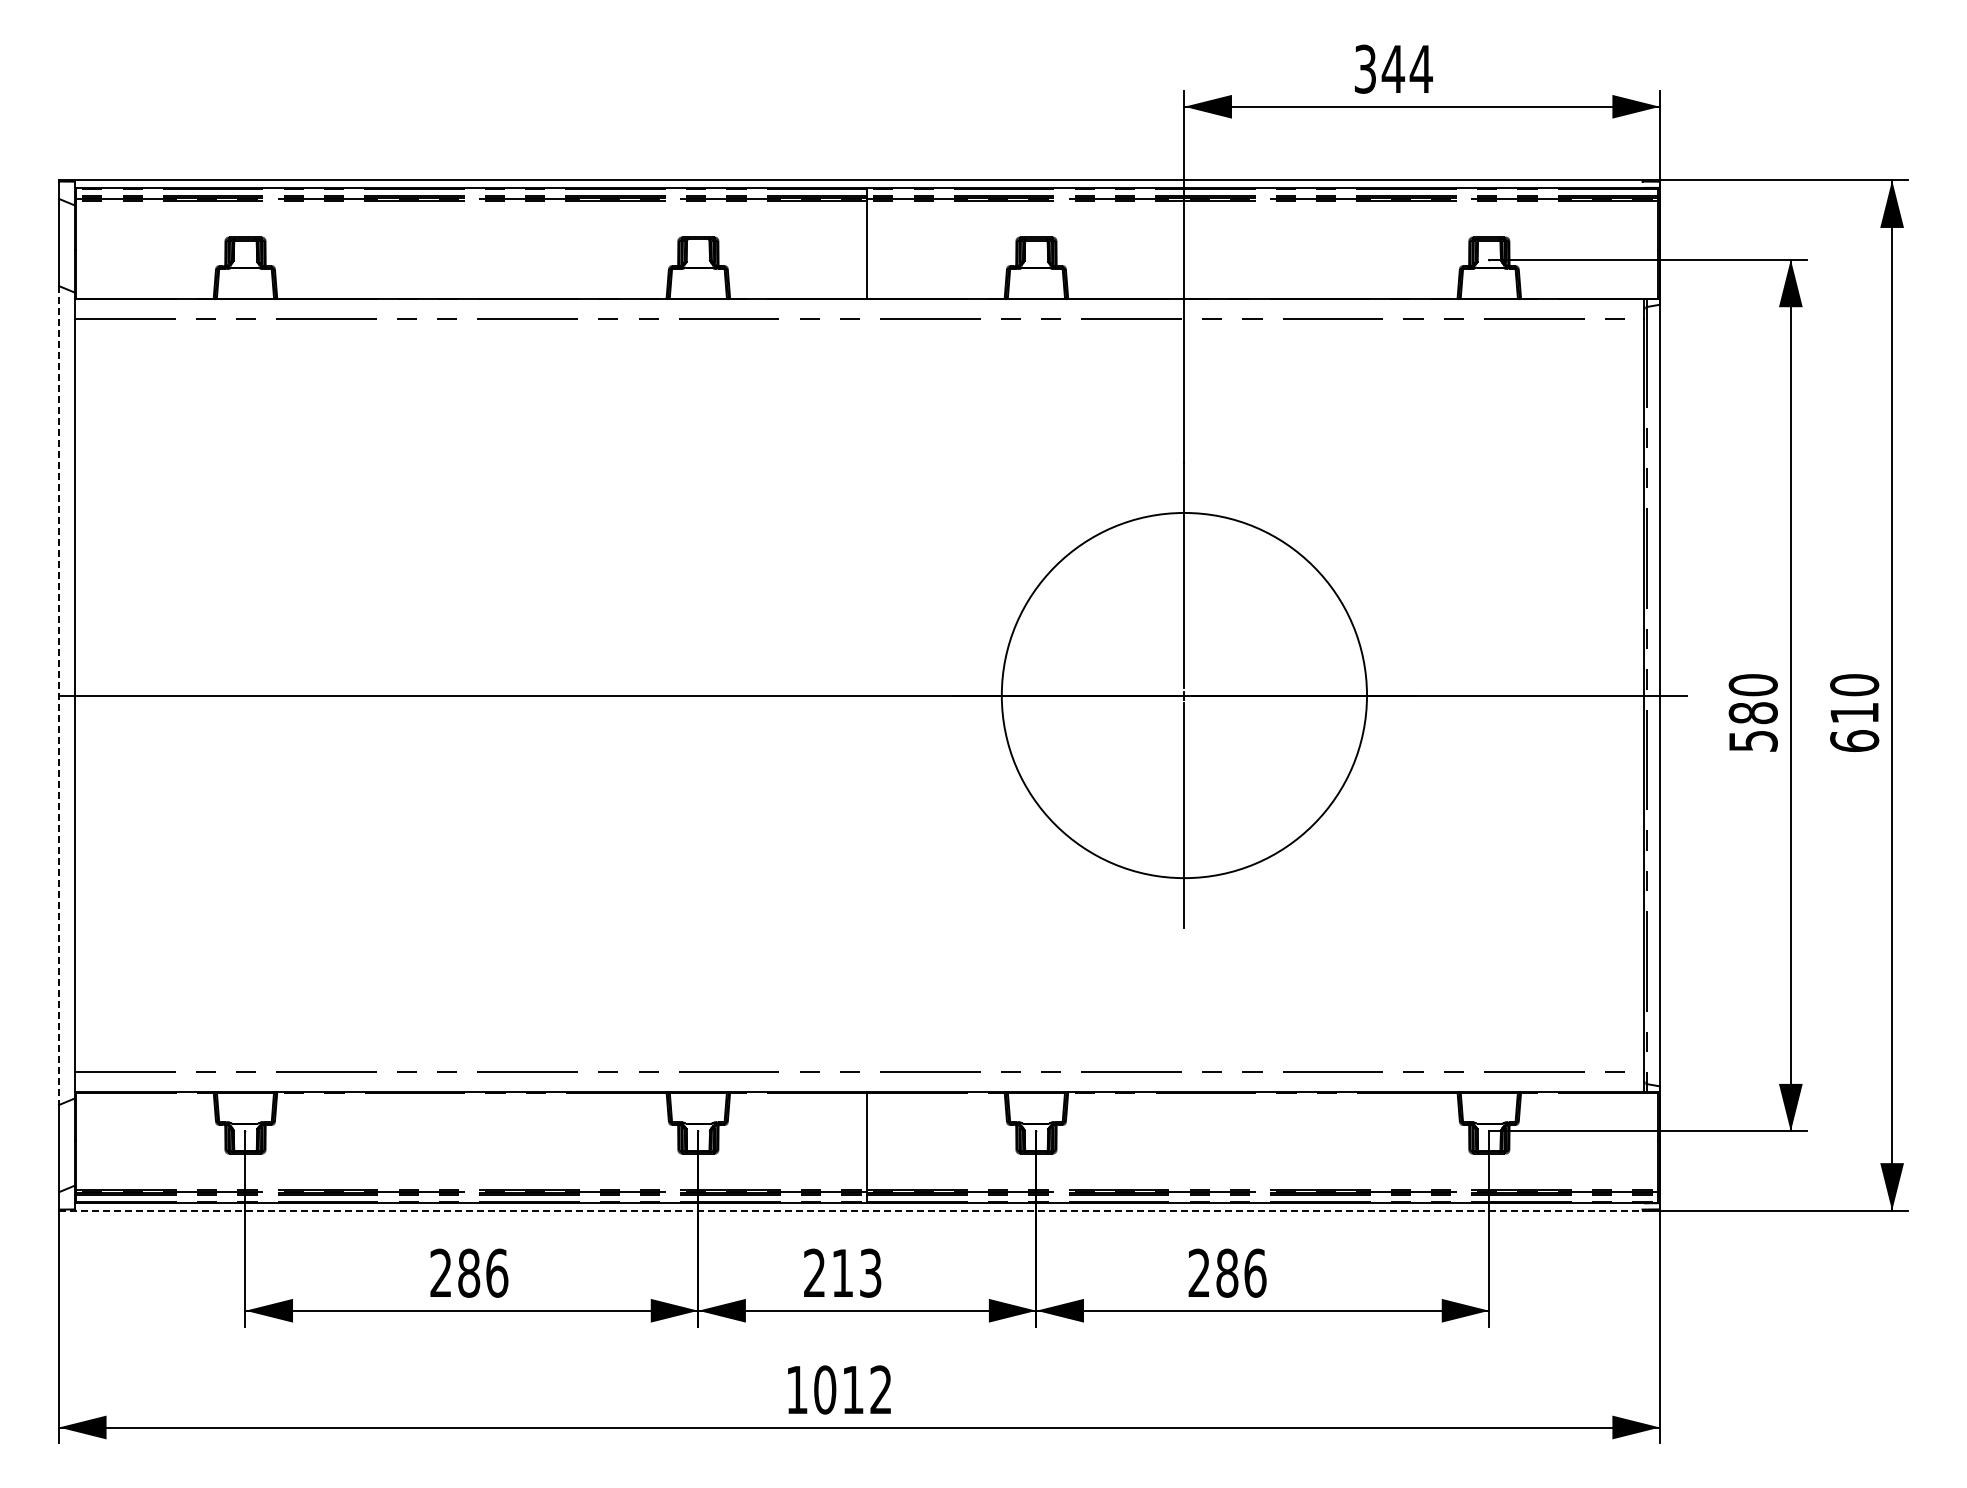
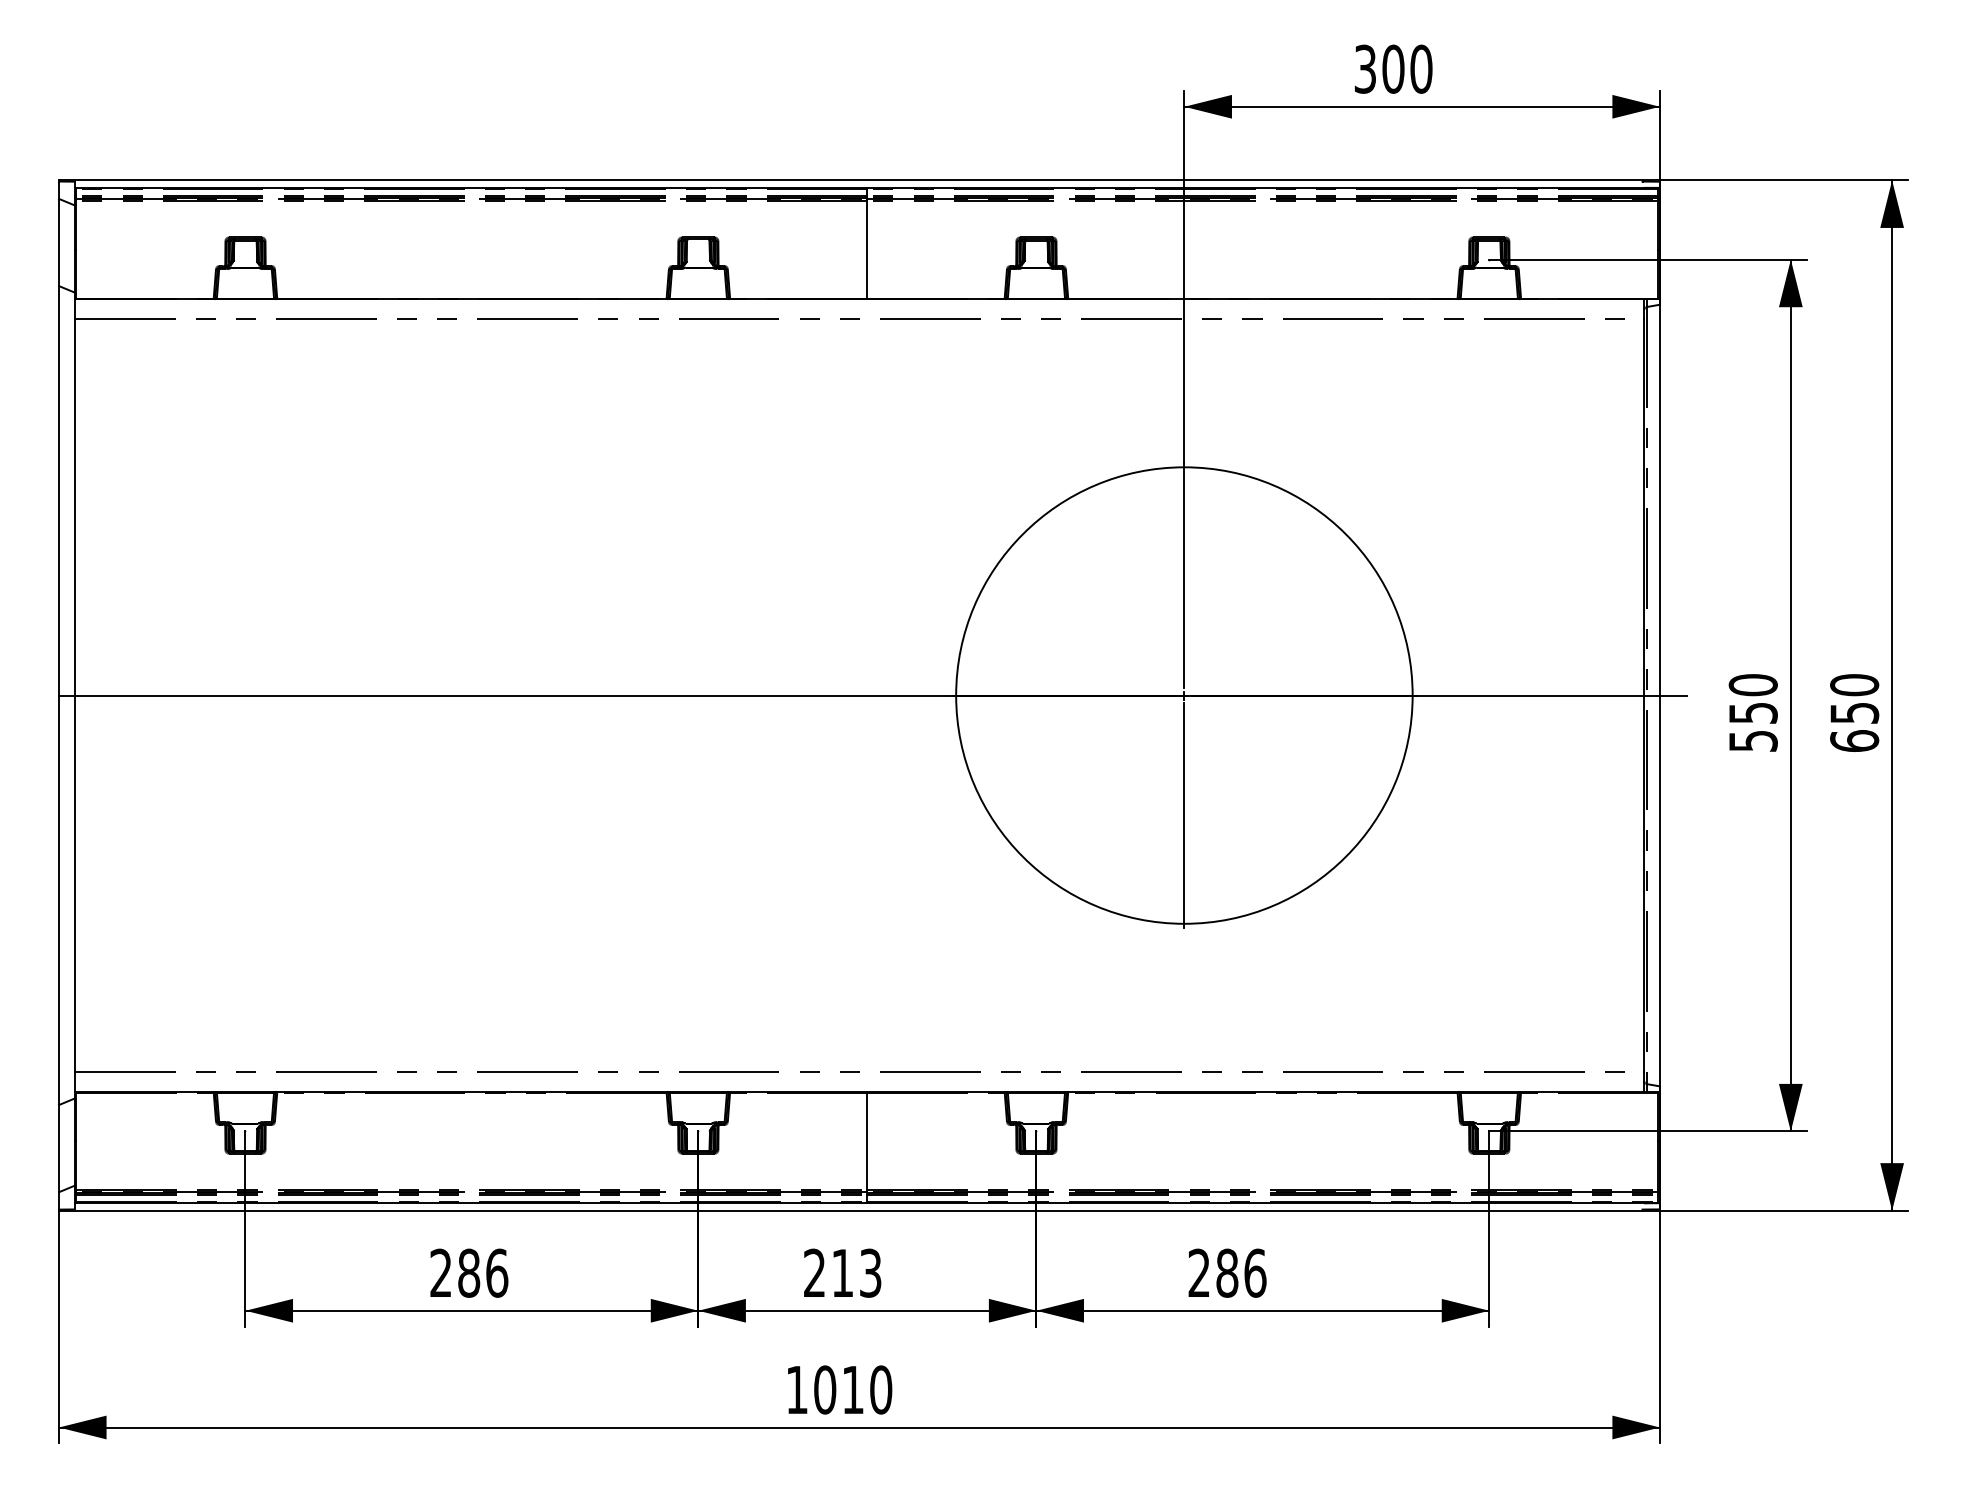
text at (1406, 68): 344 -> 300
circle at (1184, 695) diameter: 365 px -> 456 px
line at (59, 696): dashed -> solid
text at (1752, 713): 580 -> 550
text at (1854, 713): 610 -> 650
line at (850, 1210): dashed -> solid
text at (881, 1389): 1012 -> 1010
